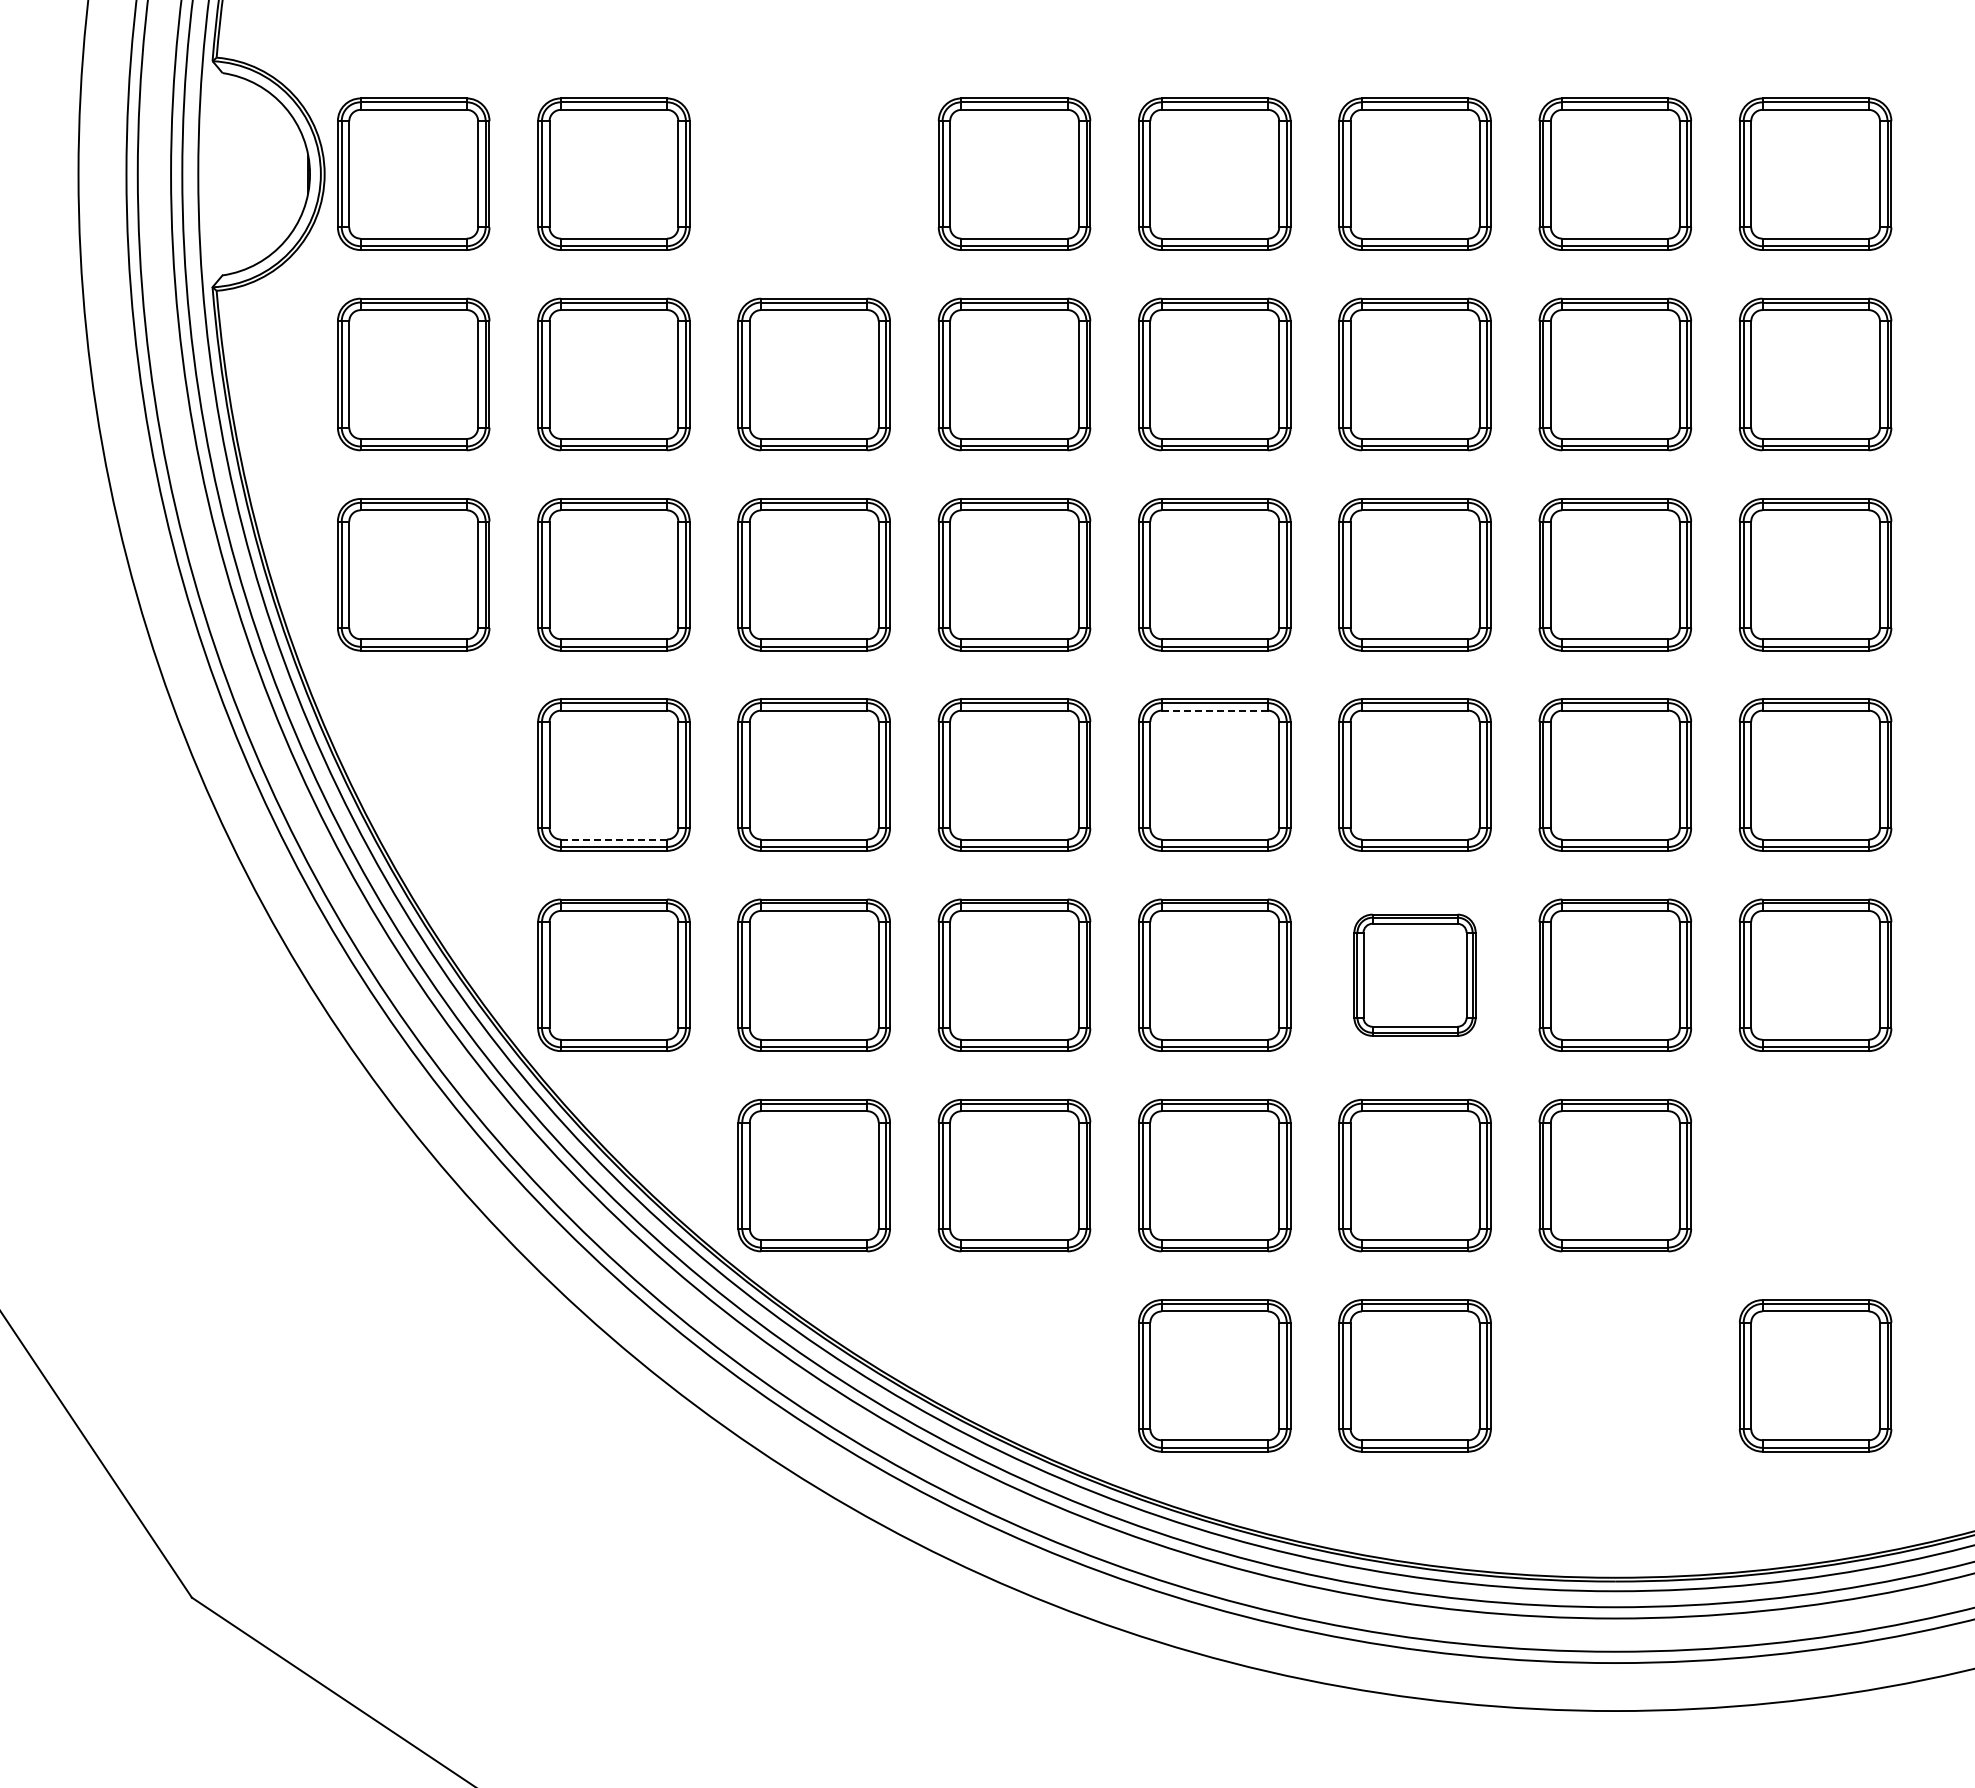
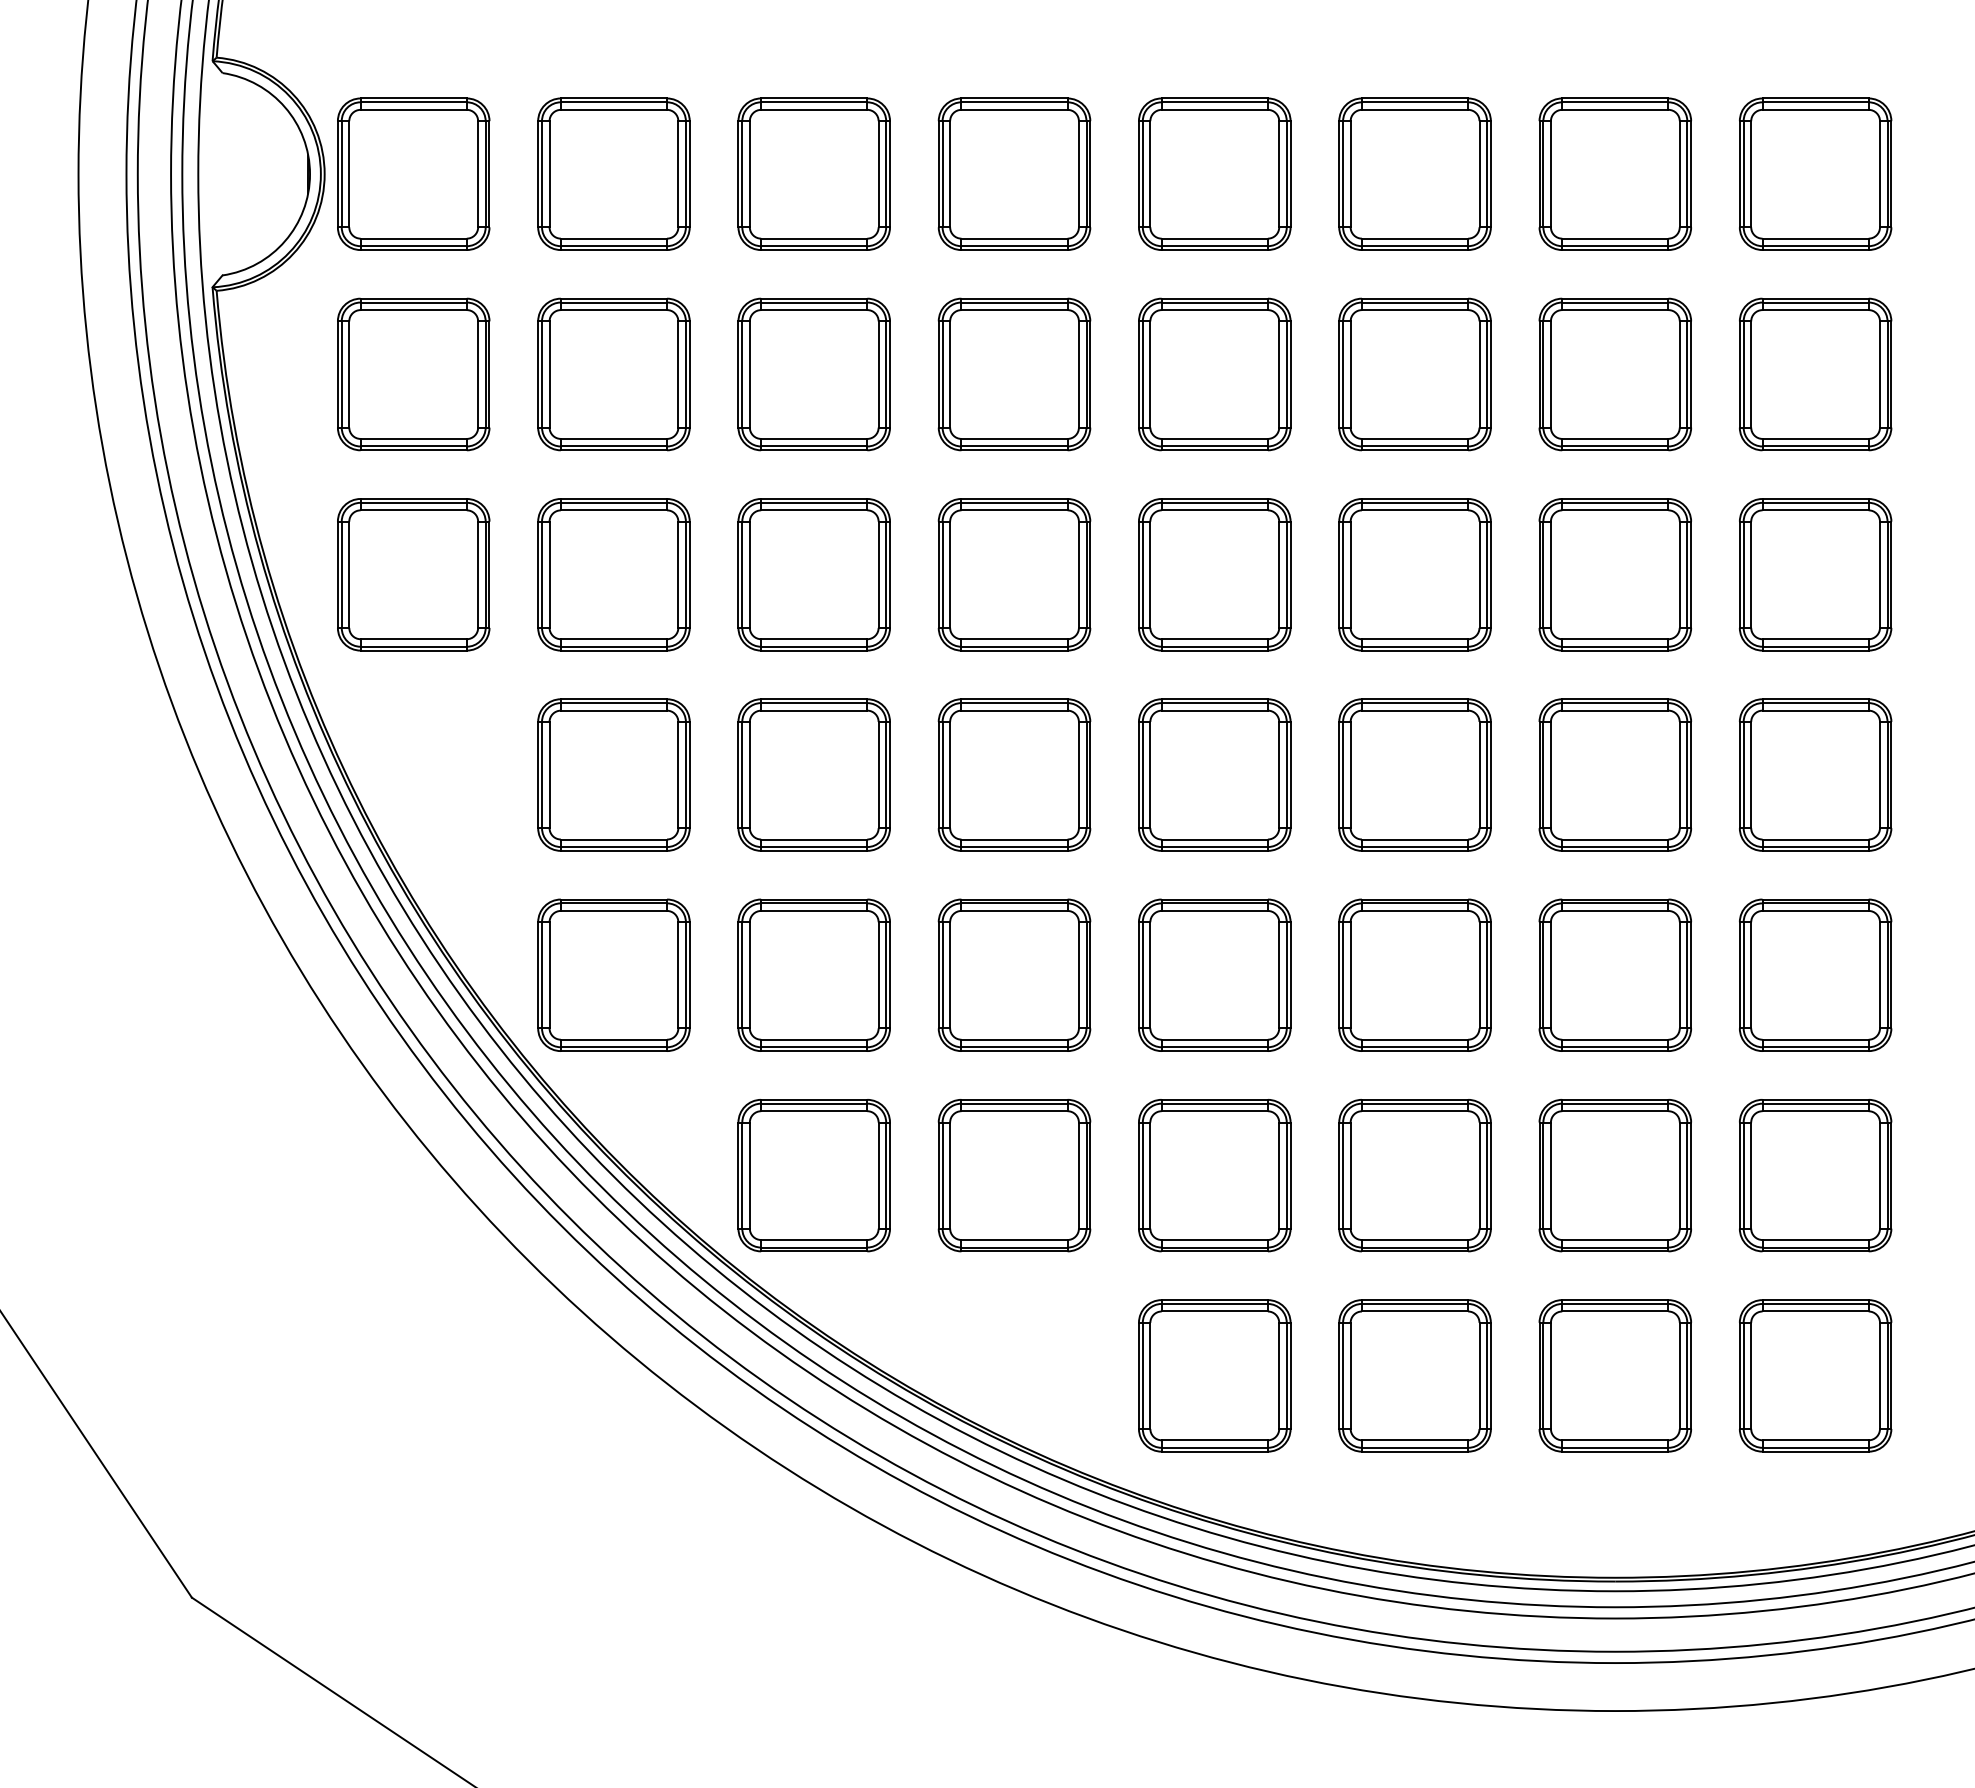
part at (813, 173): none -> present
line at (1214, 710): dashed -> solid
line at (614, 839): dashed -> solid
part at (1414, 974) size: 124x124 px -> 154x154 px
part at (1815, 1175): none -> present
part at (1614, 1375): none -> present
